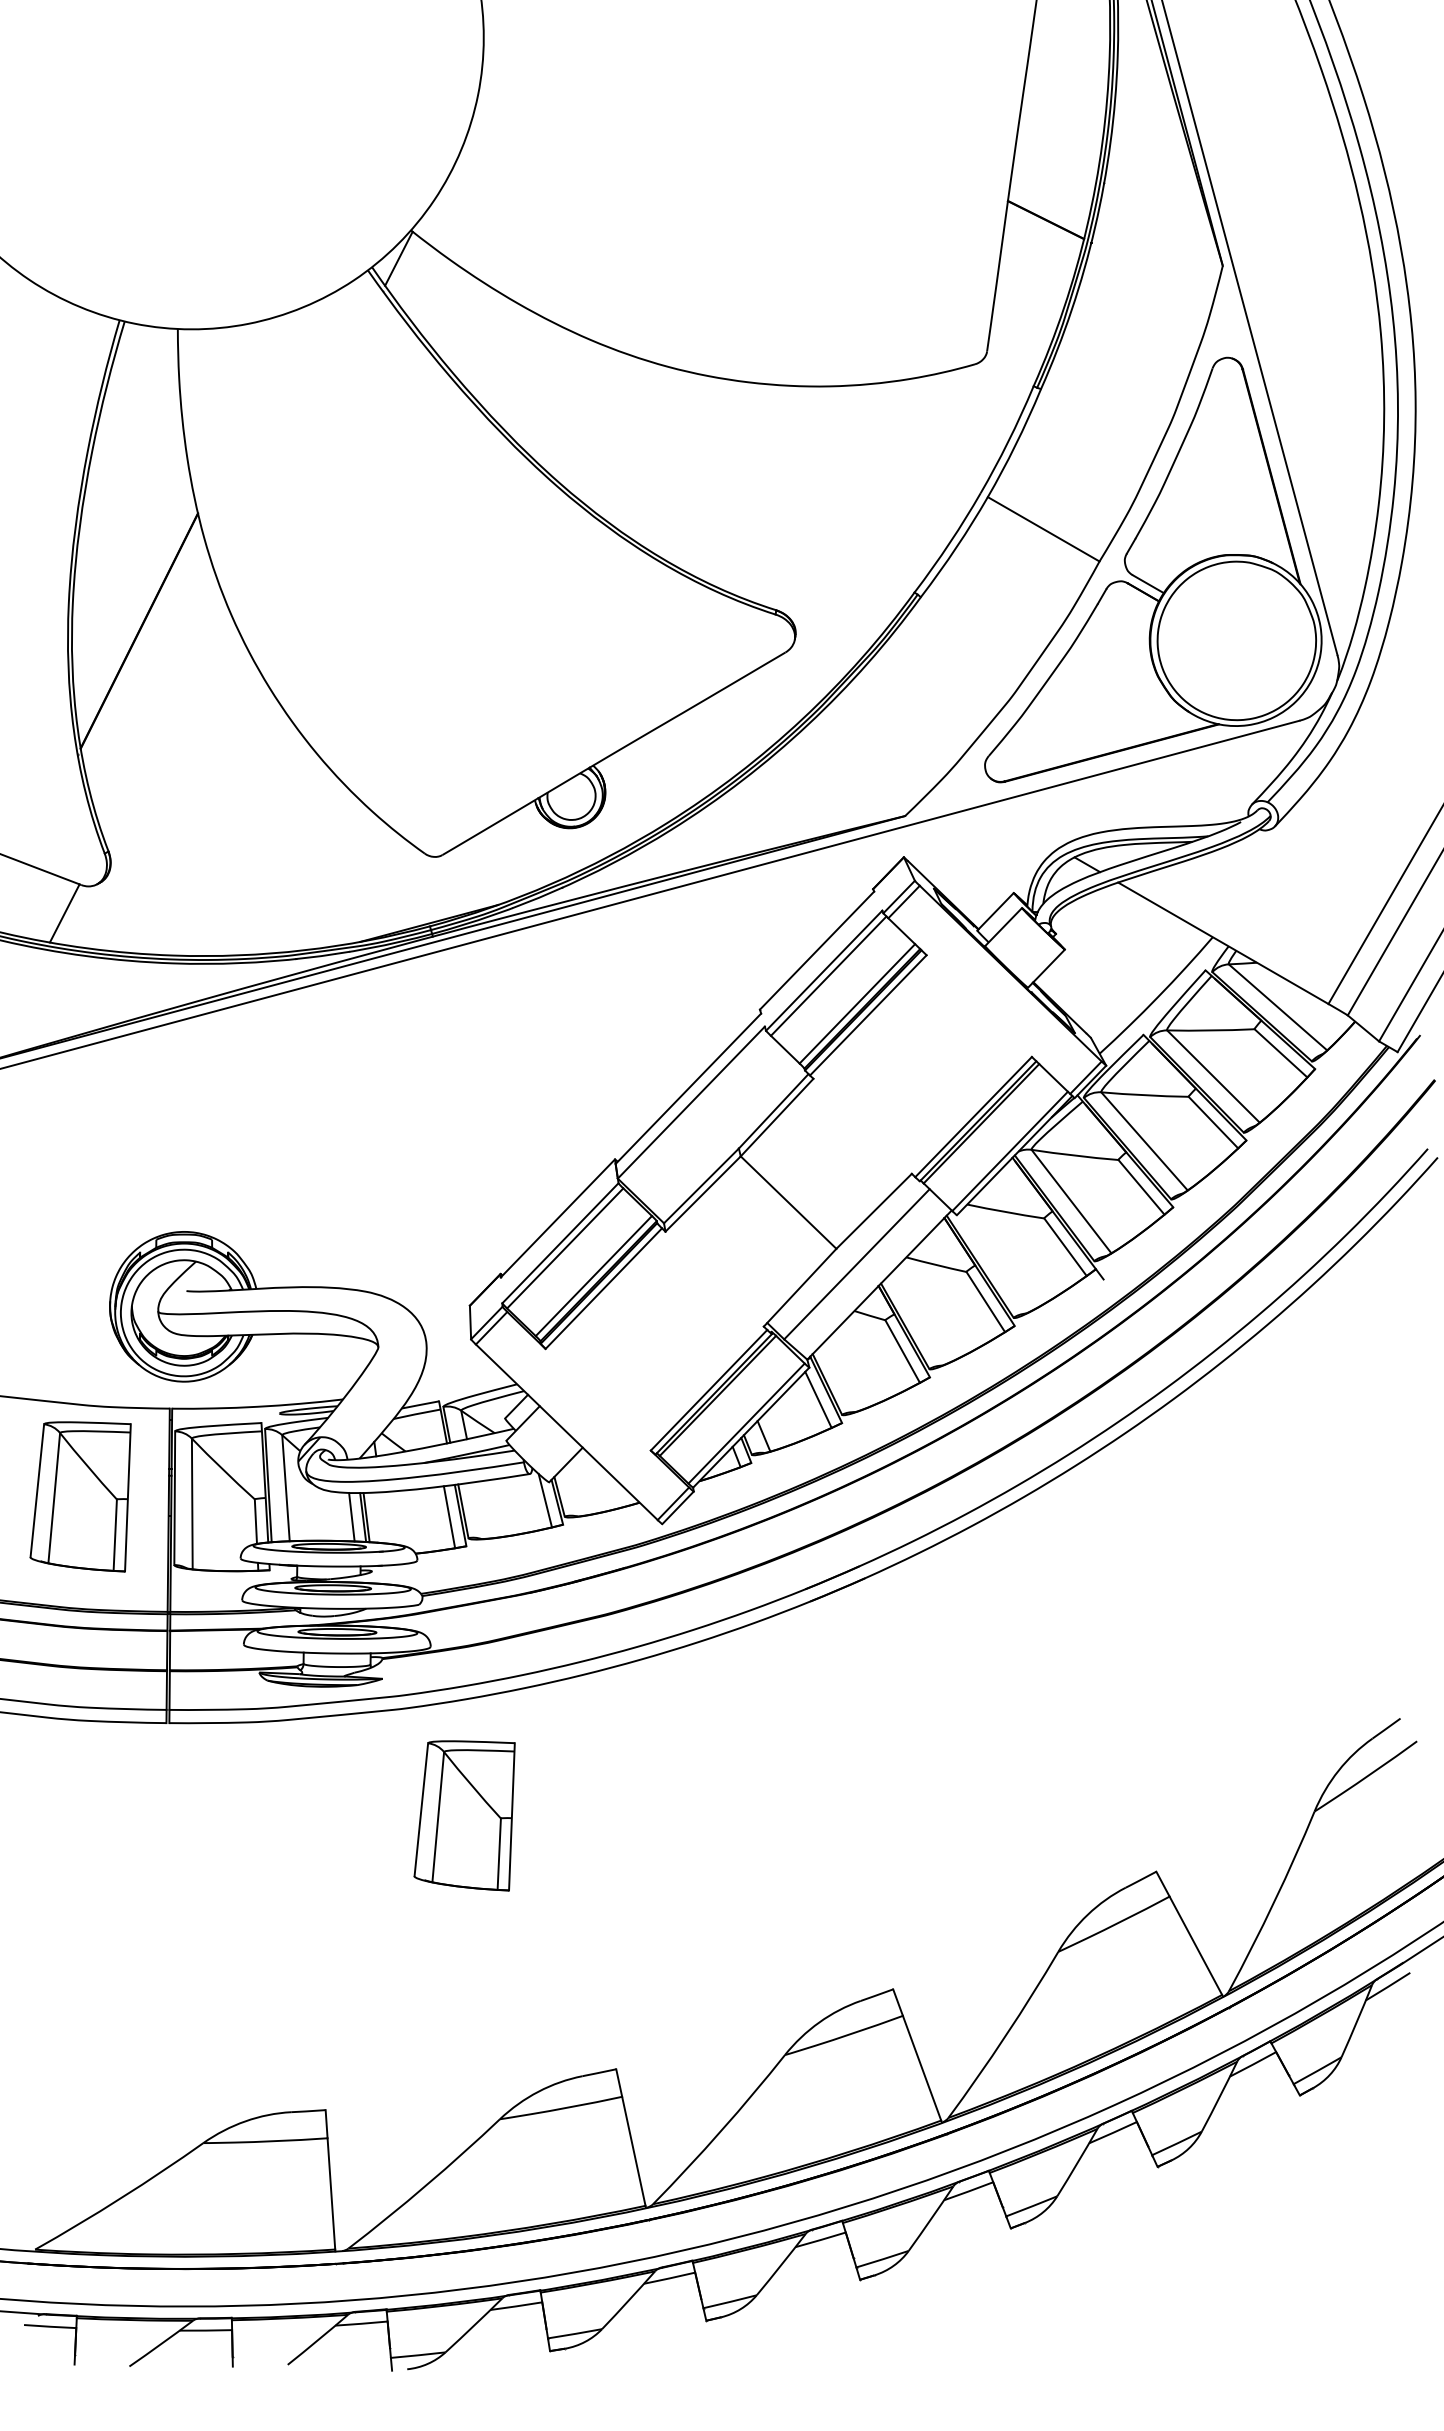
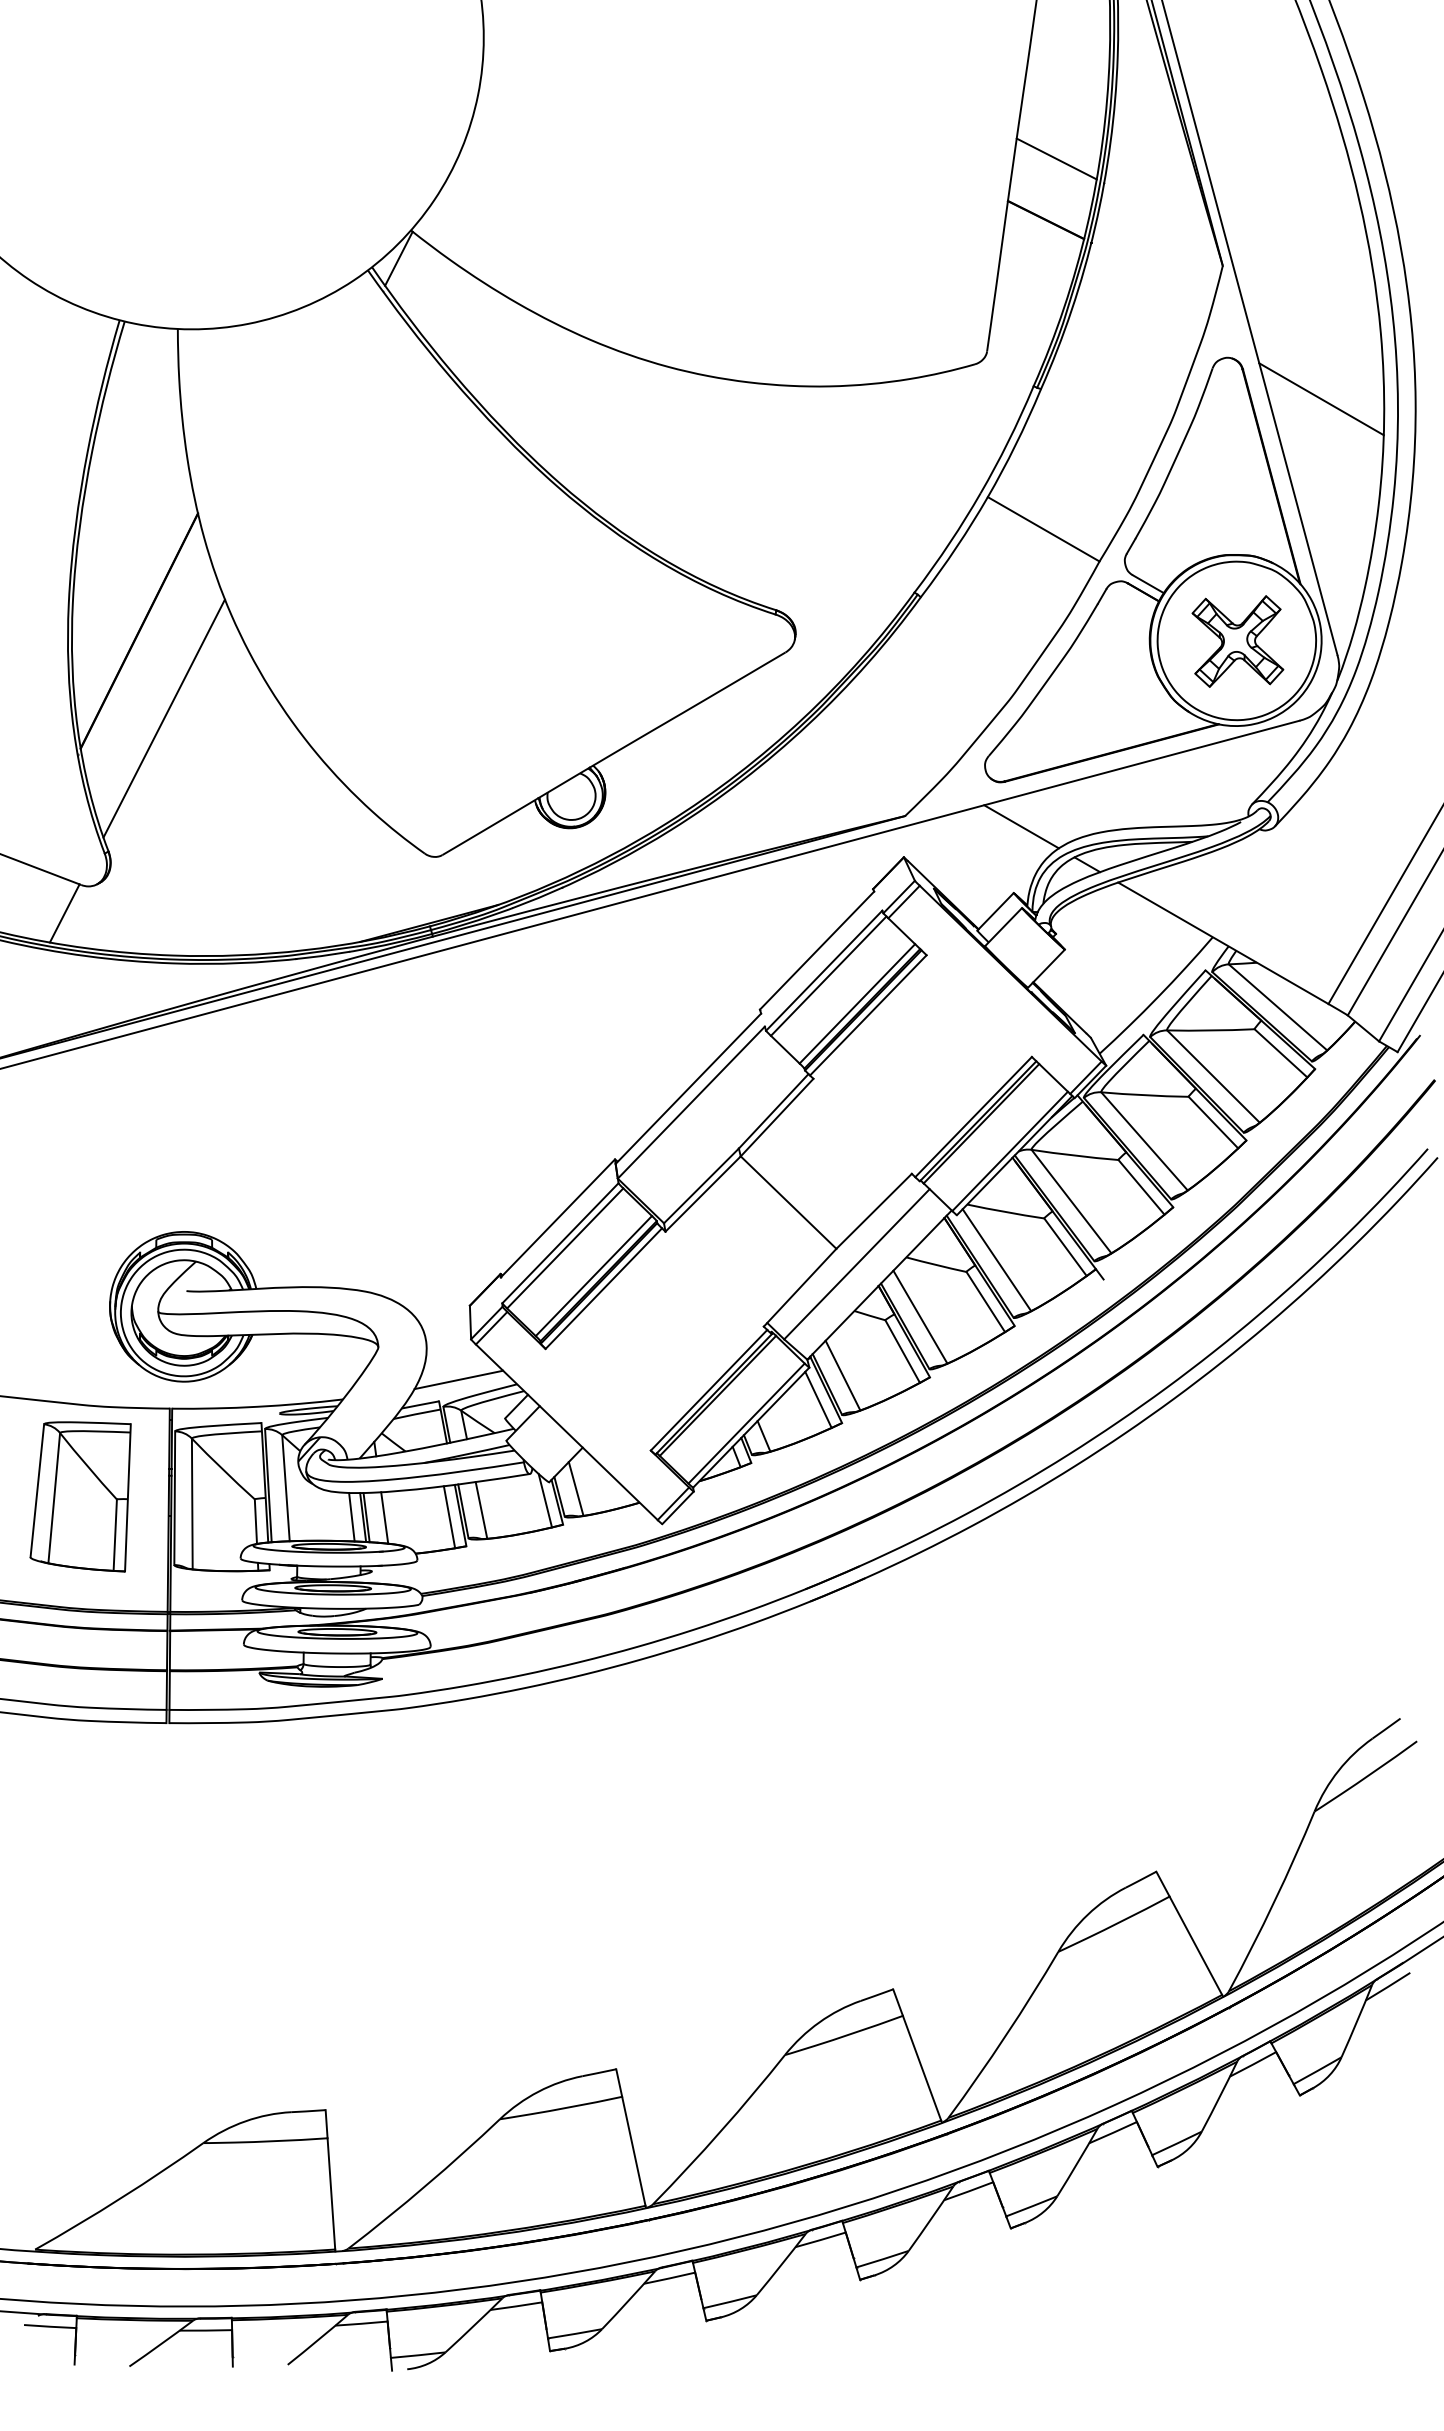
line at (1056, 158): none -> present
line at (1321, 399): none -> present
part at (1237, 641): none -> present
line at (163, 718): none -> present
line at (1021, 826): none -> present
line at (996, 1260): none -> present
line at (920, 1316): none -> present
line at (842, 1375): none -> present
line at (458, 1379): none -> present
line at (575, 1488): none -> present
line at (481, 1510): none -> present
line at (384, 1517): none -> present
part at (464, 1815): present -> none
